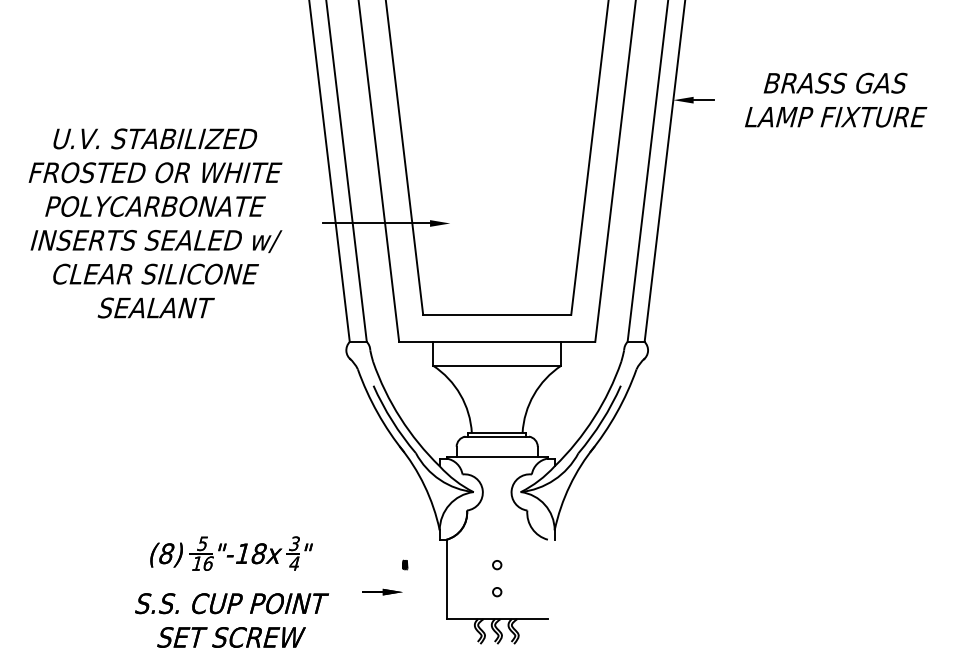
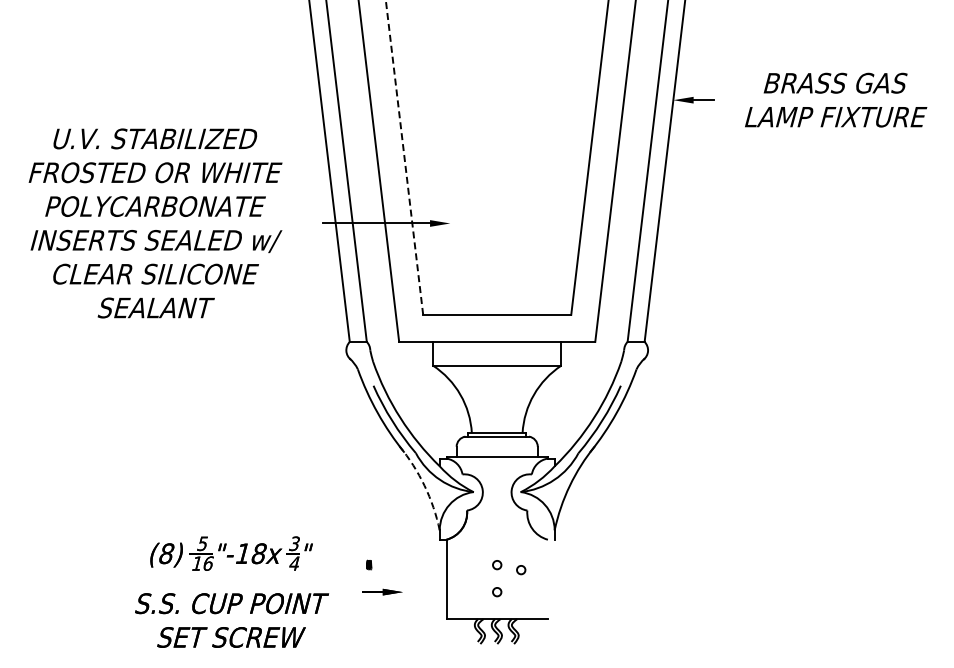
line at (404, 157): solid -> dashed
arc at (424, 485): solid -> dashed
part at (405, 564) position: (405, 564) -> (369, 564)
circle at (521, 570): none -> present
